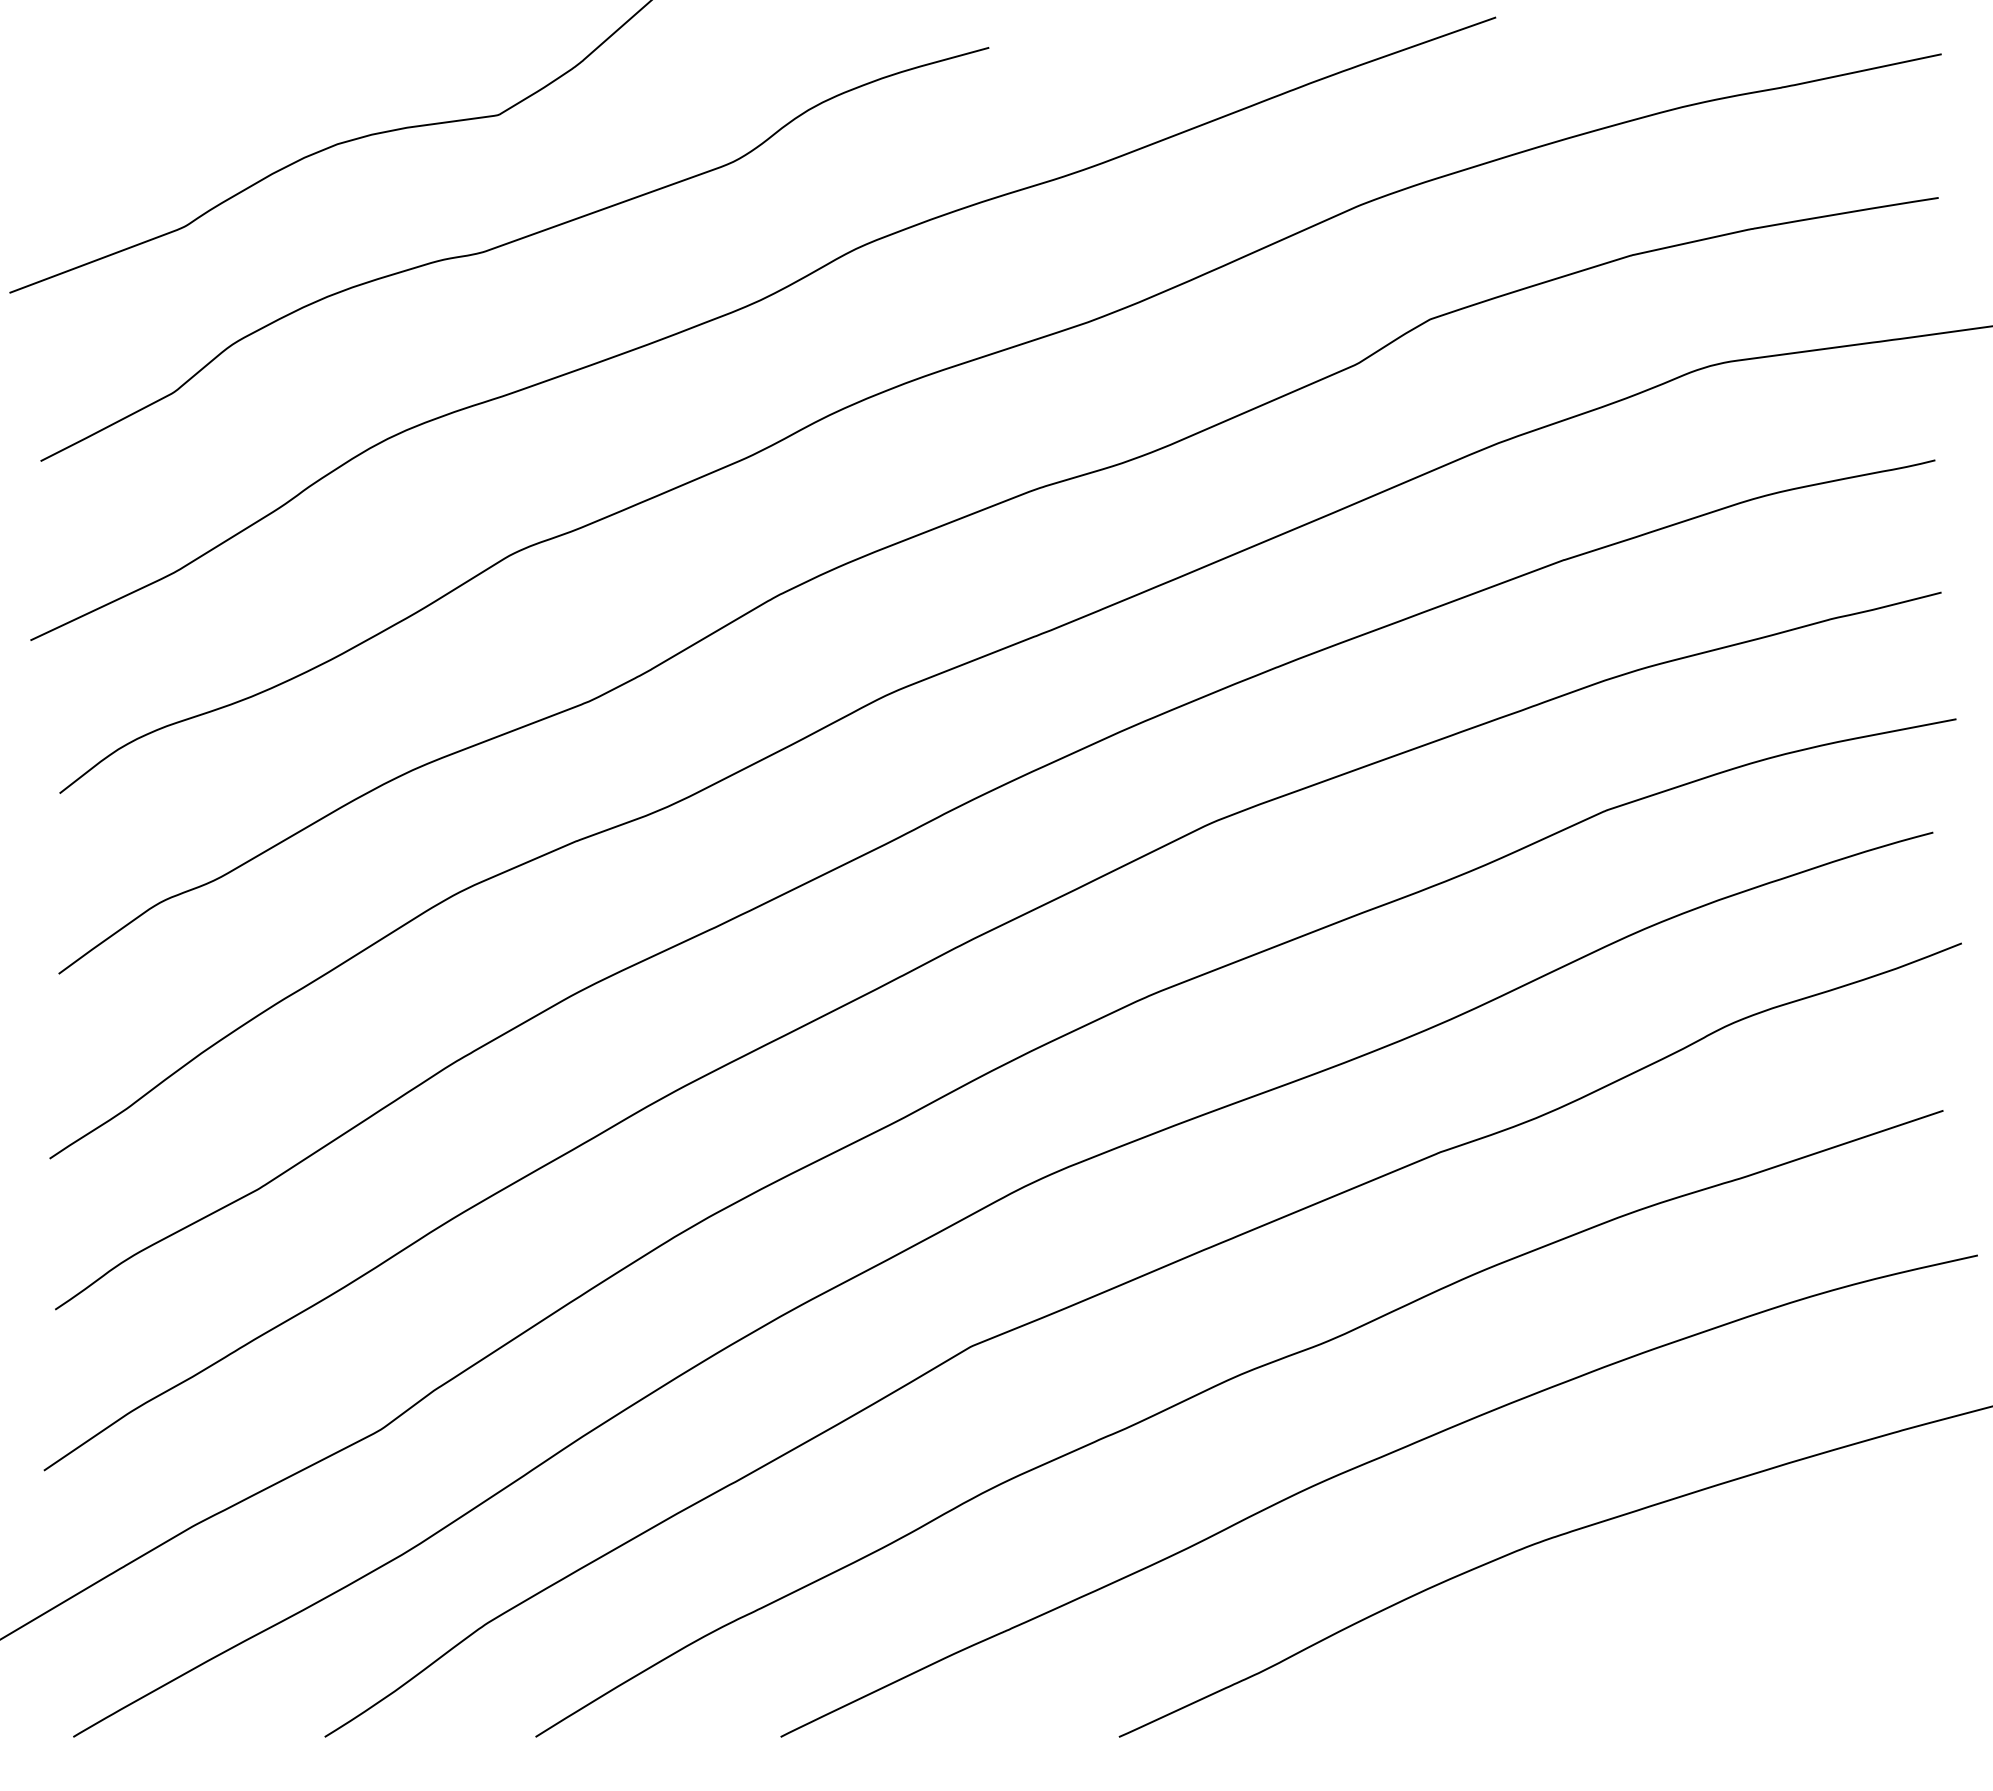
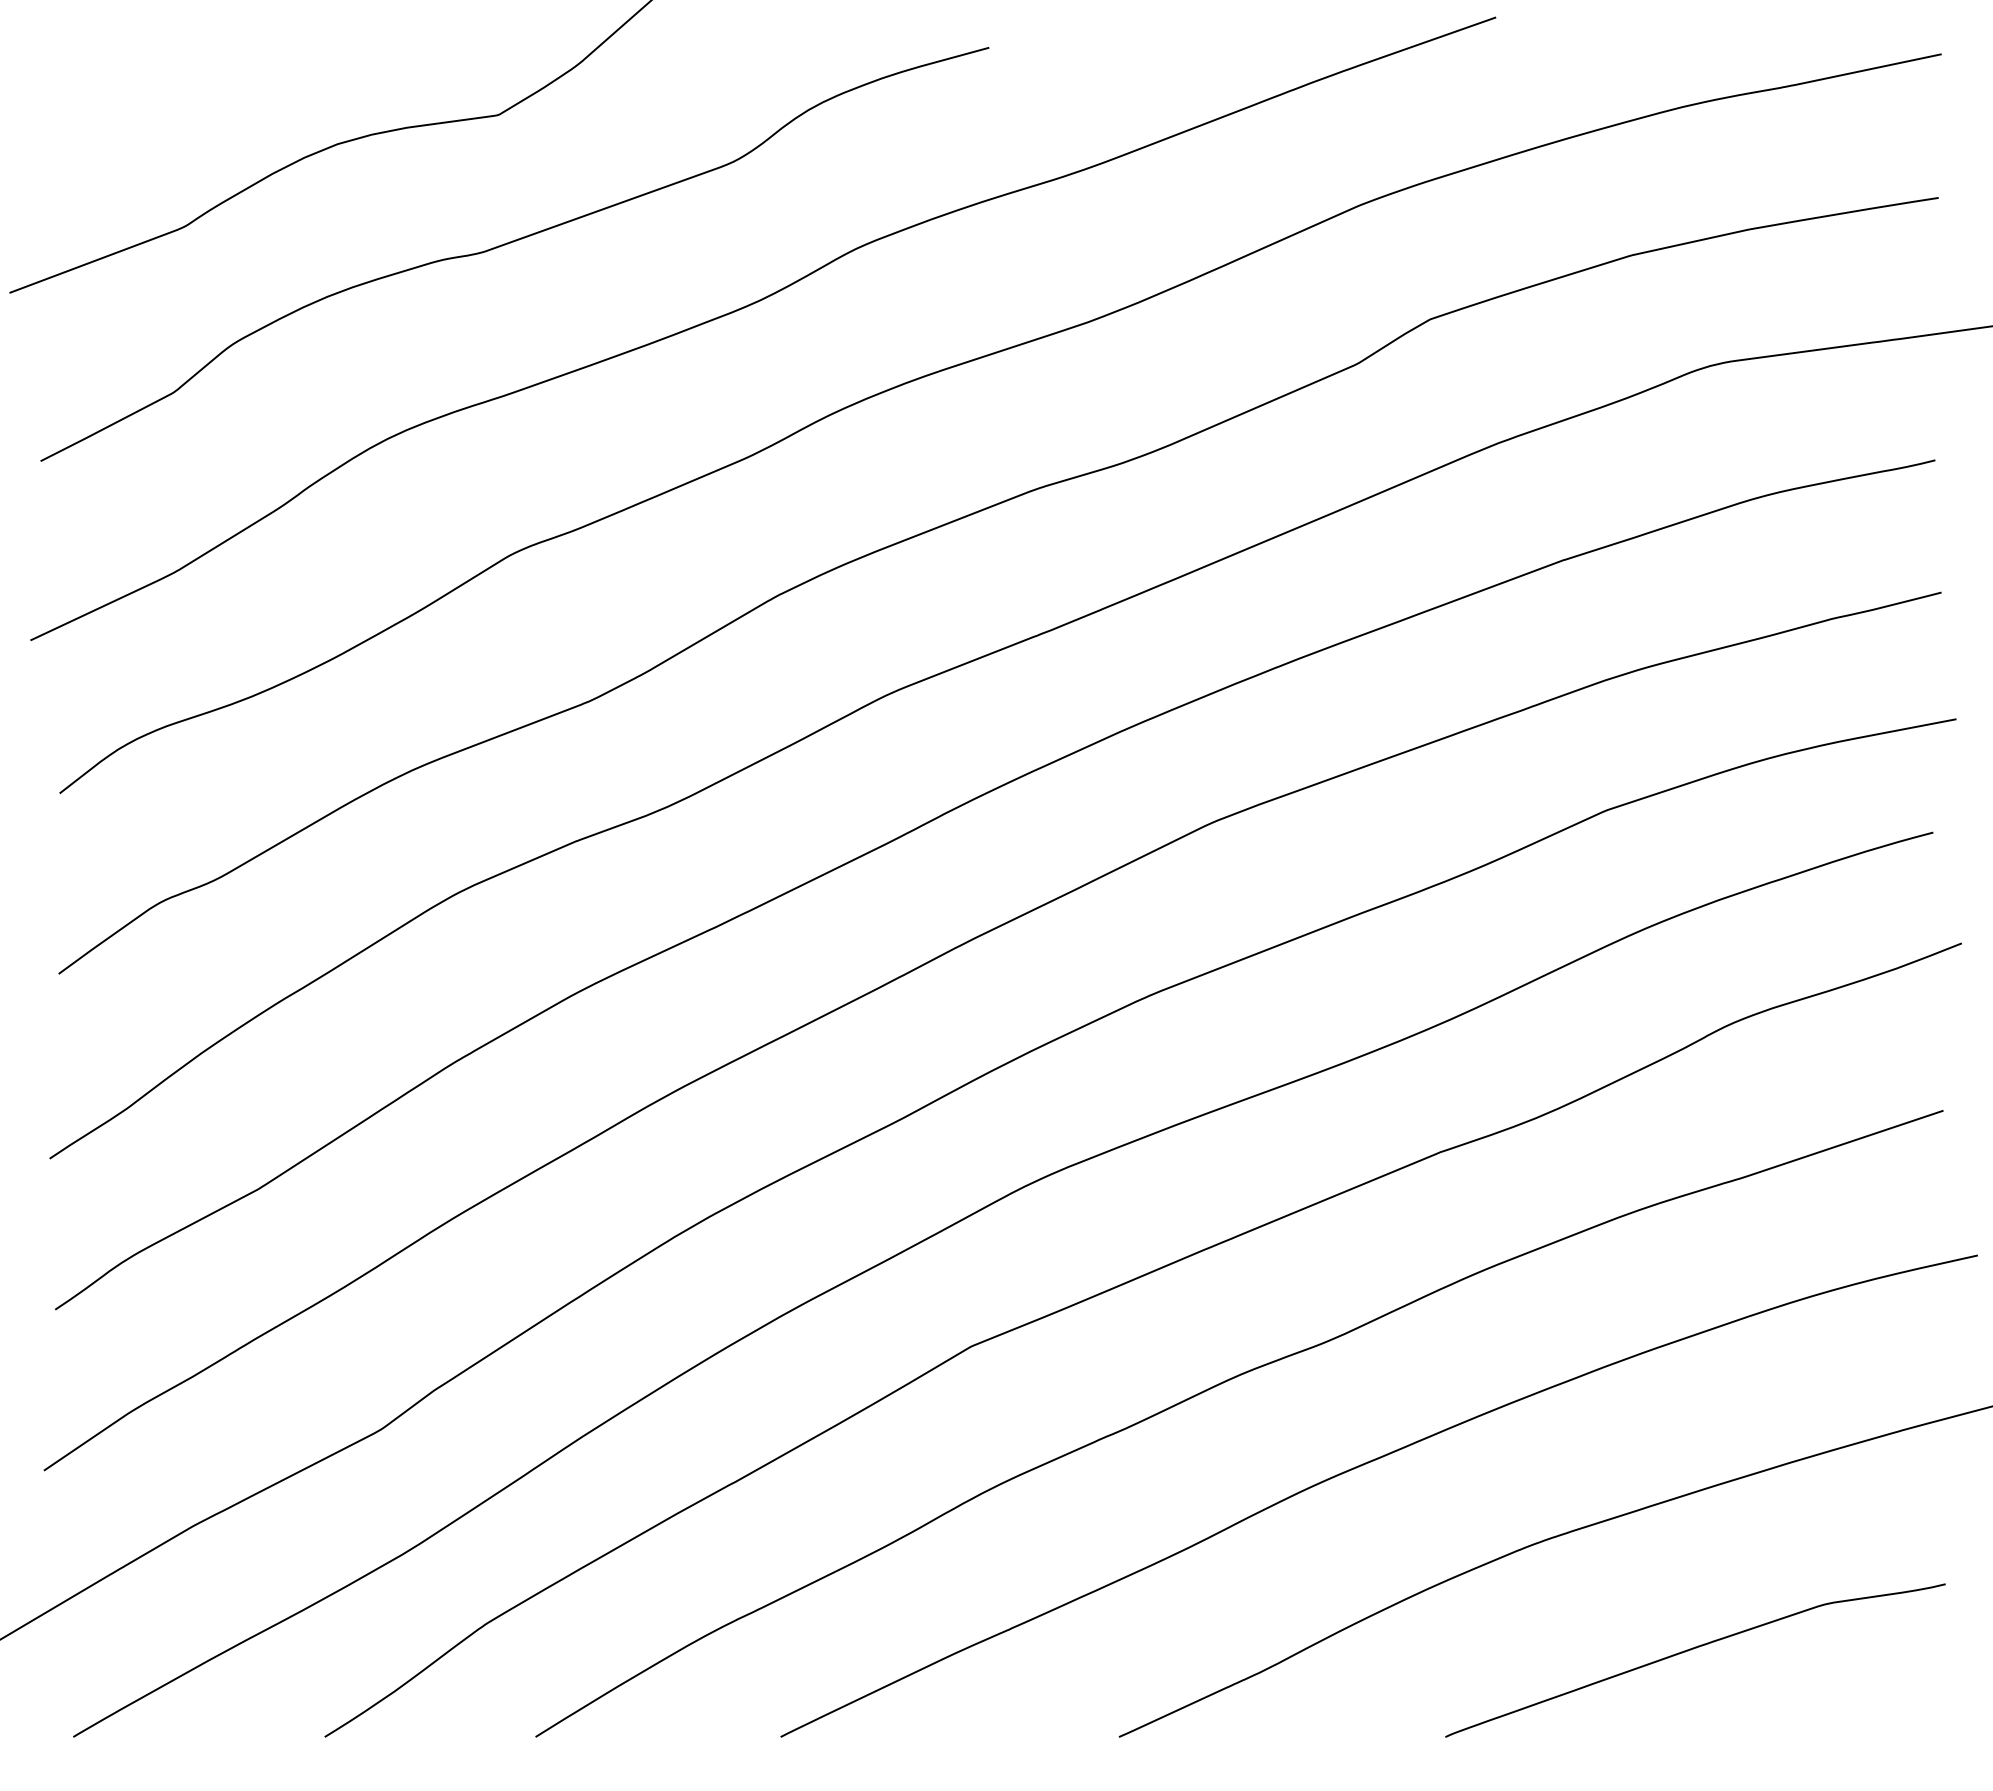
curve at (1691, 1650): none -> present
